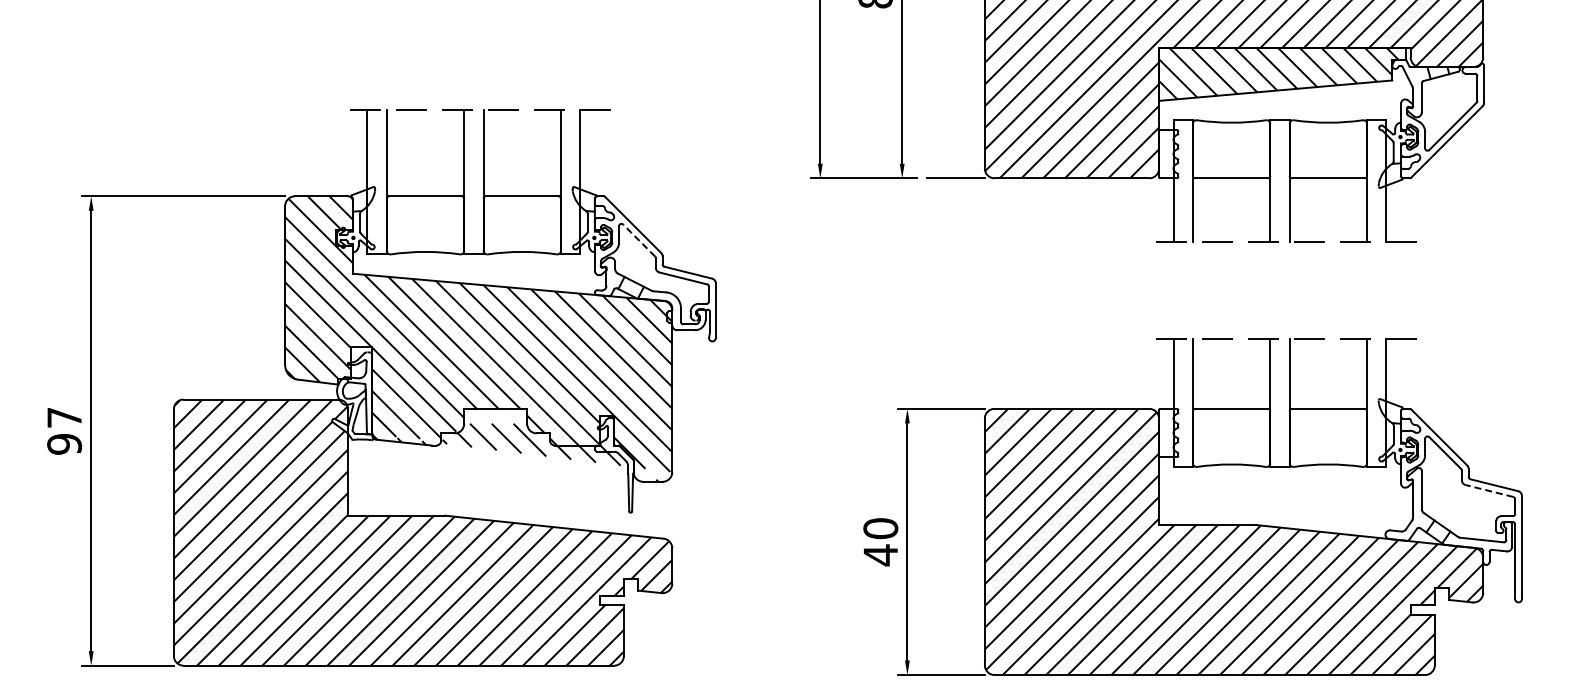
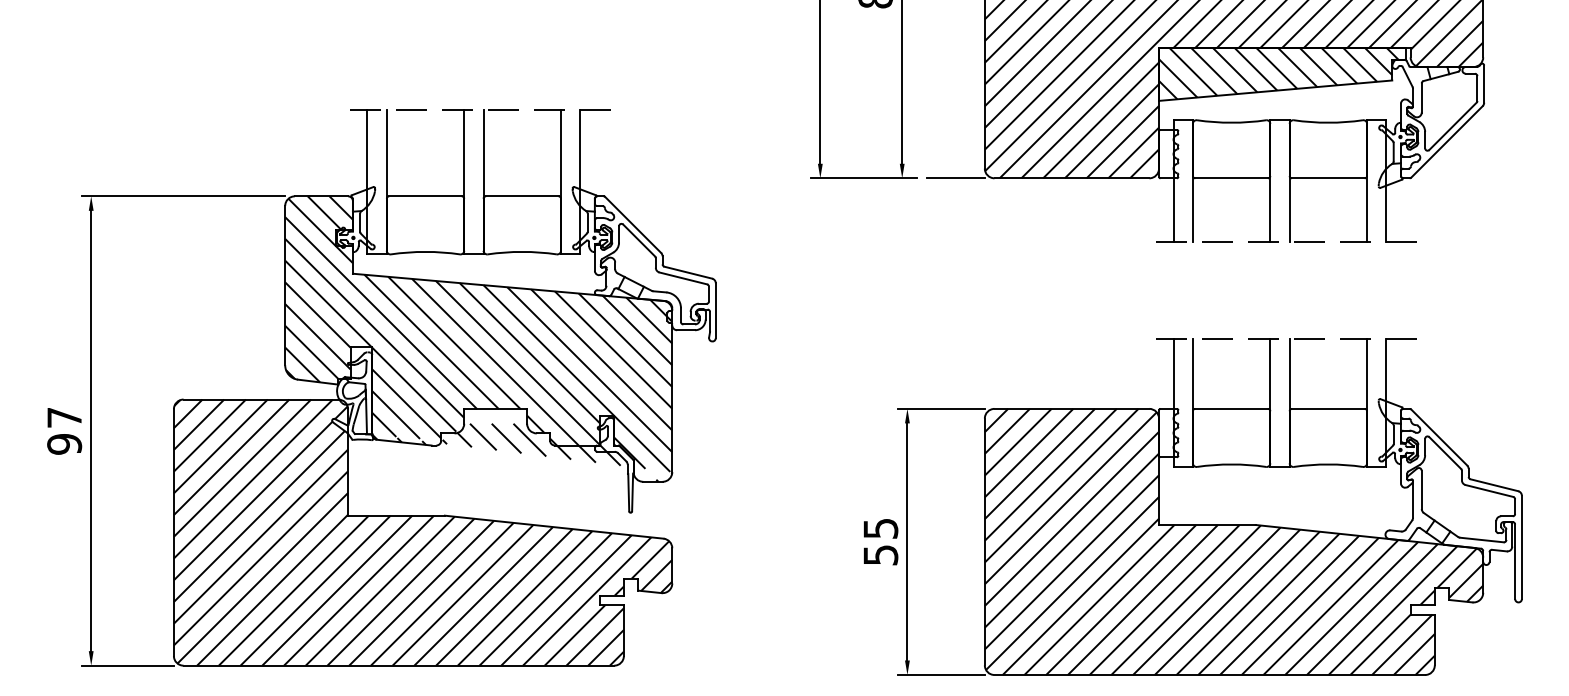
line at (639, 240): dashed -> solid
line at (1489, 490): dashed -> solid
text at (880, 542): 40 -> 55
